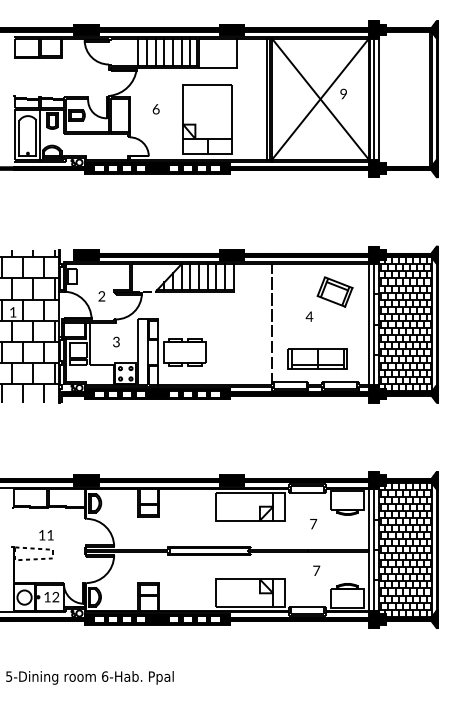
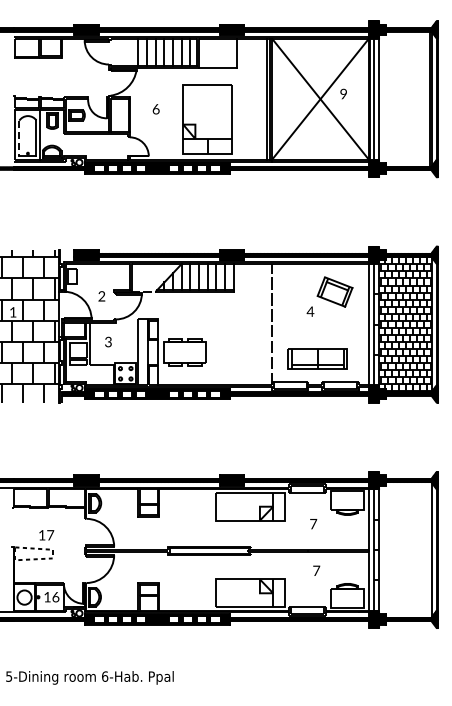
line at (19, 138): solid -> dashed
text at (309, 316) position: (309, 316) -> (310, 311)
text at (116, 341) position: (116, 341) -> (108, 341)
text at (50, 535): 11 -> 17
hatch at (405, 549): present -> none
text at (55, 597): 12 -> 16
